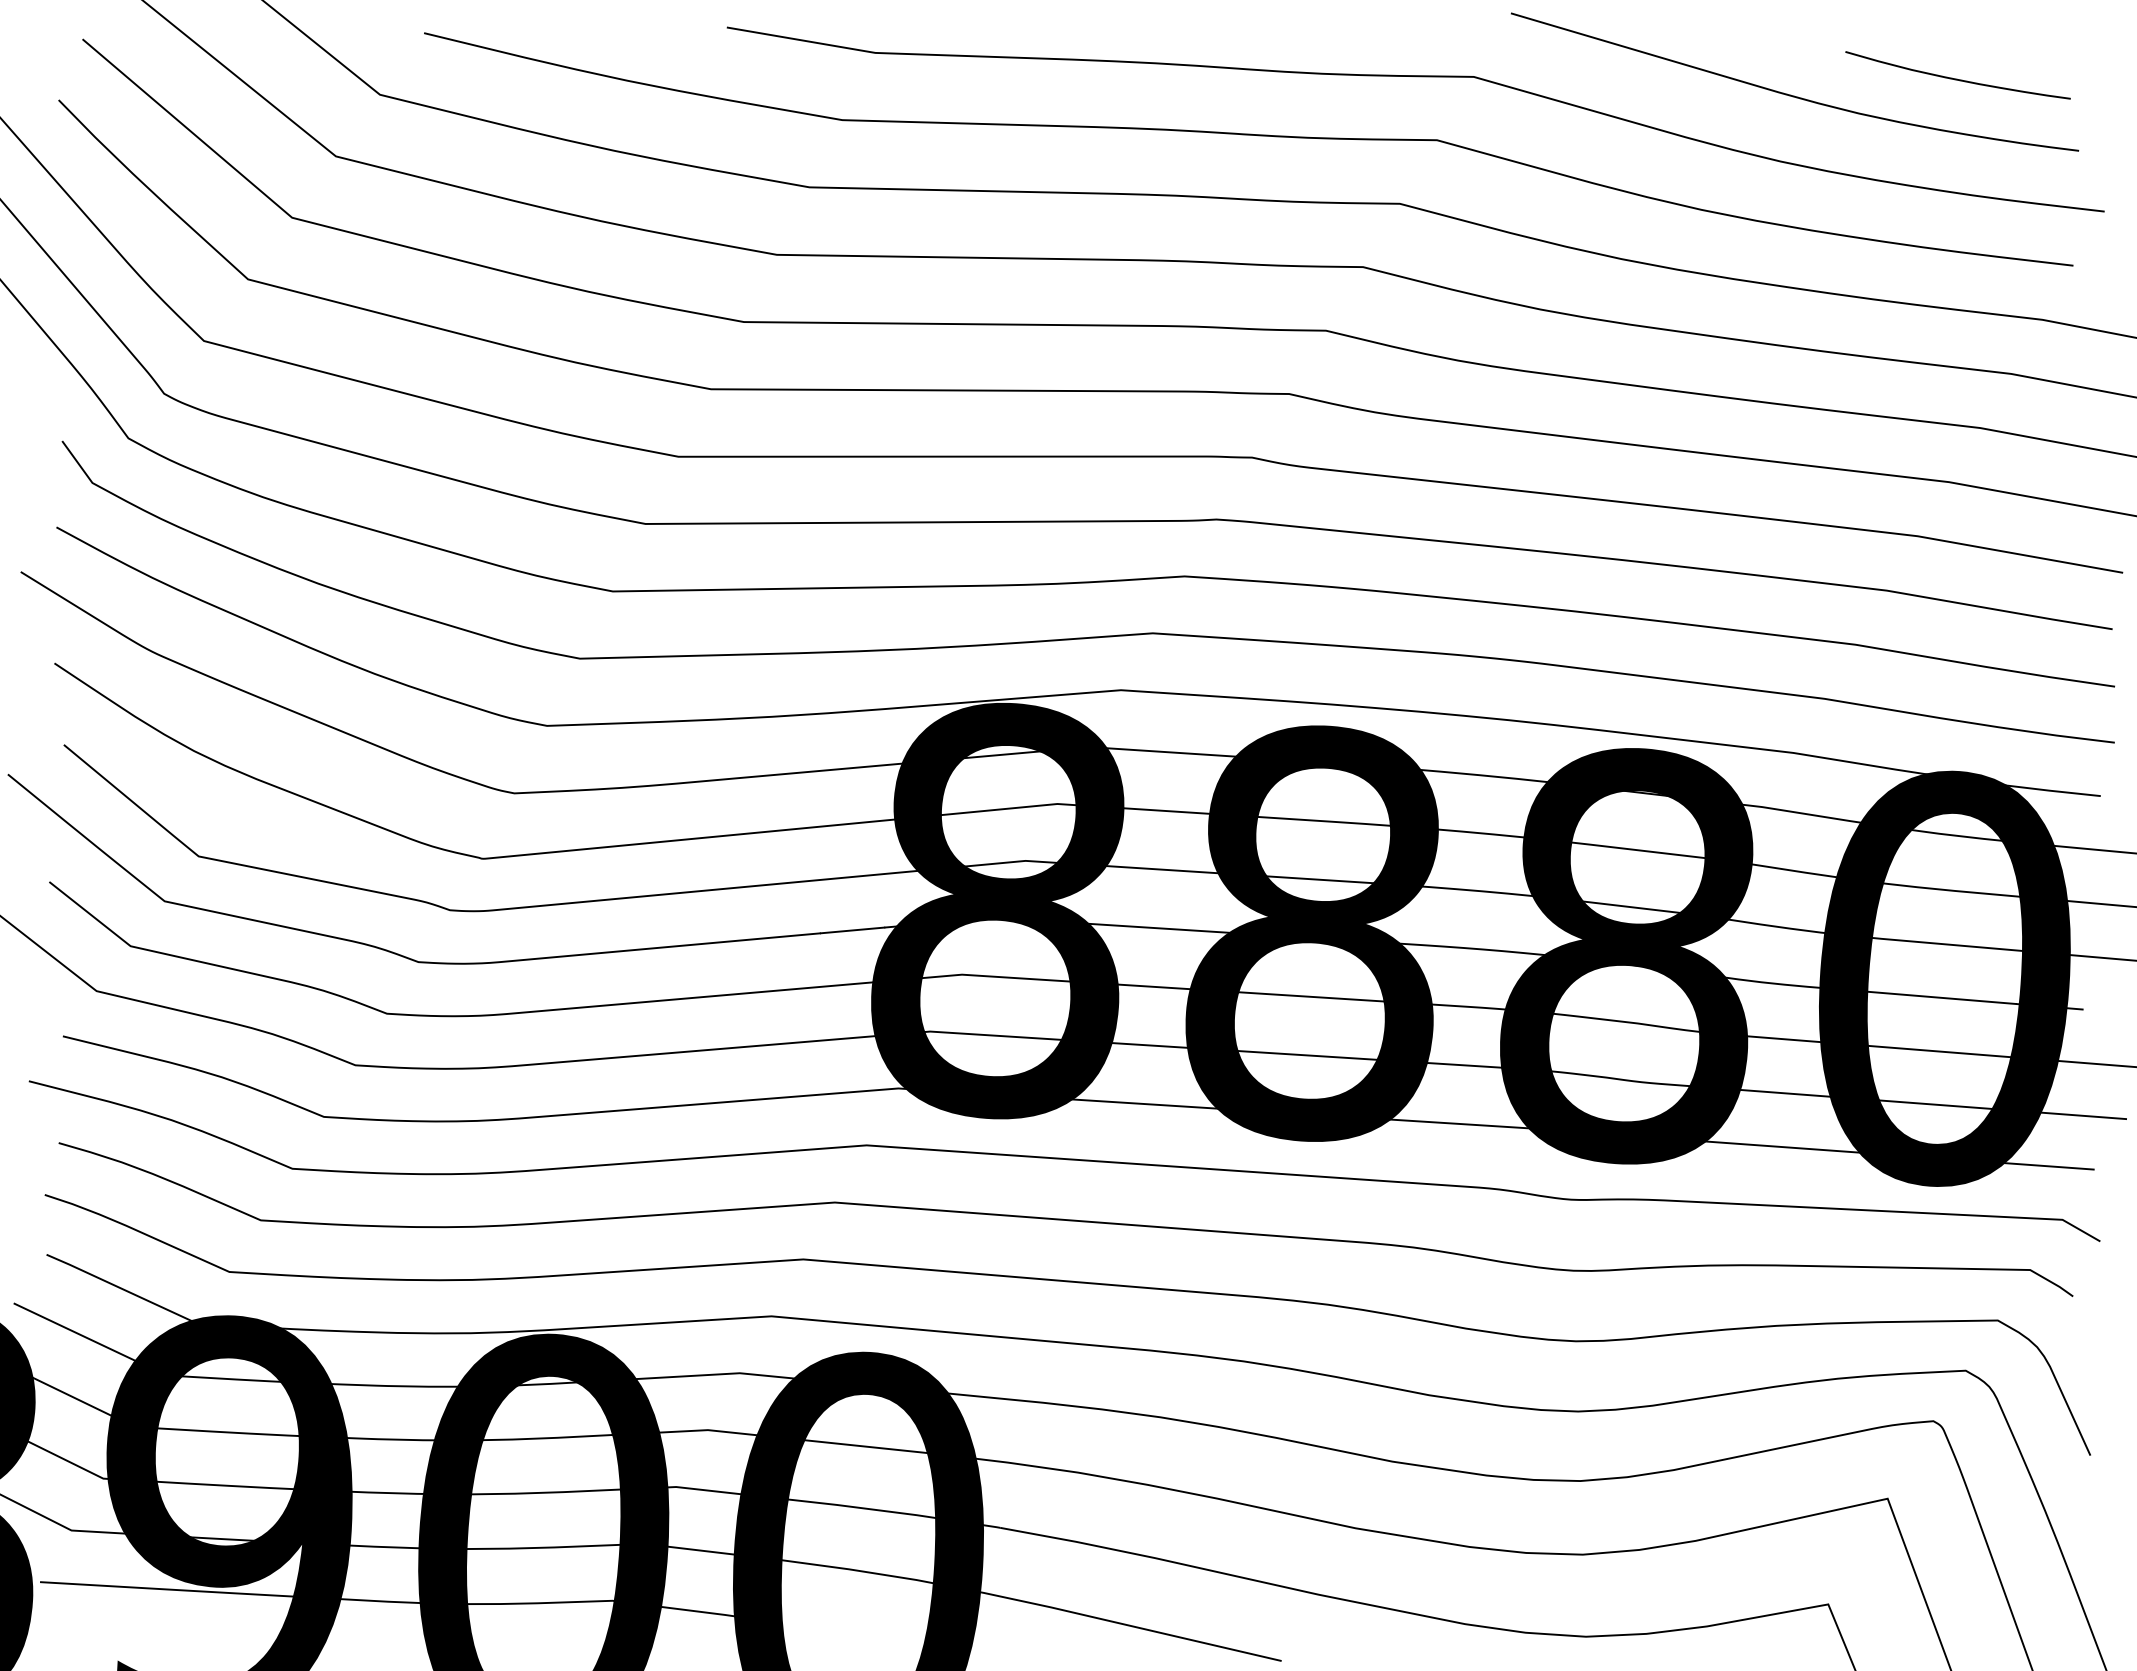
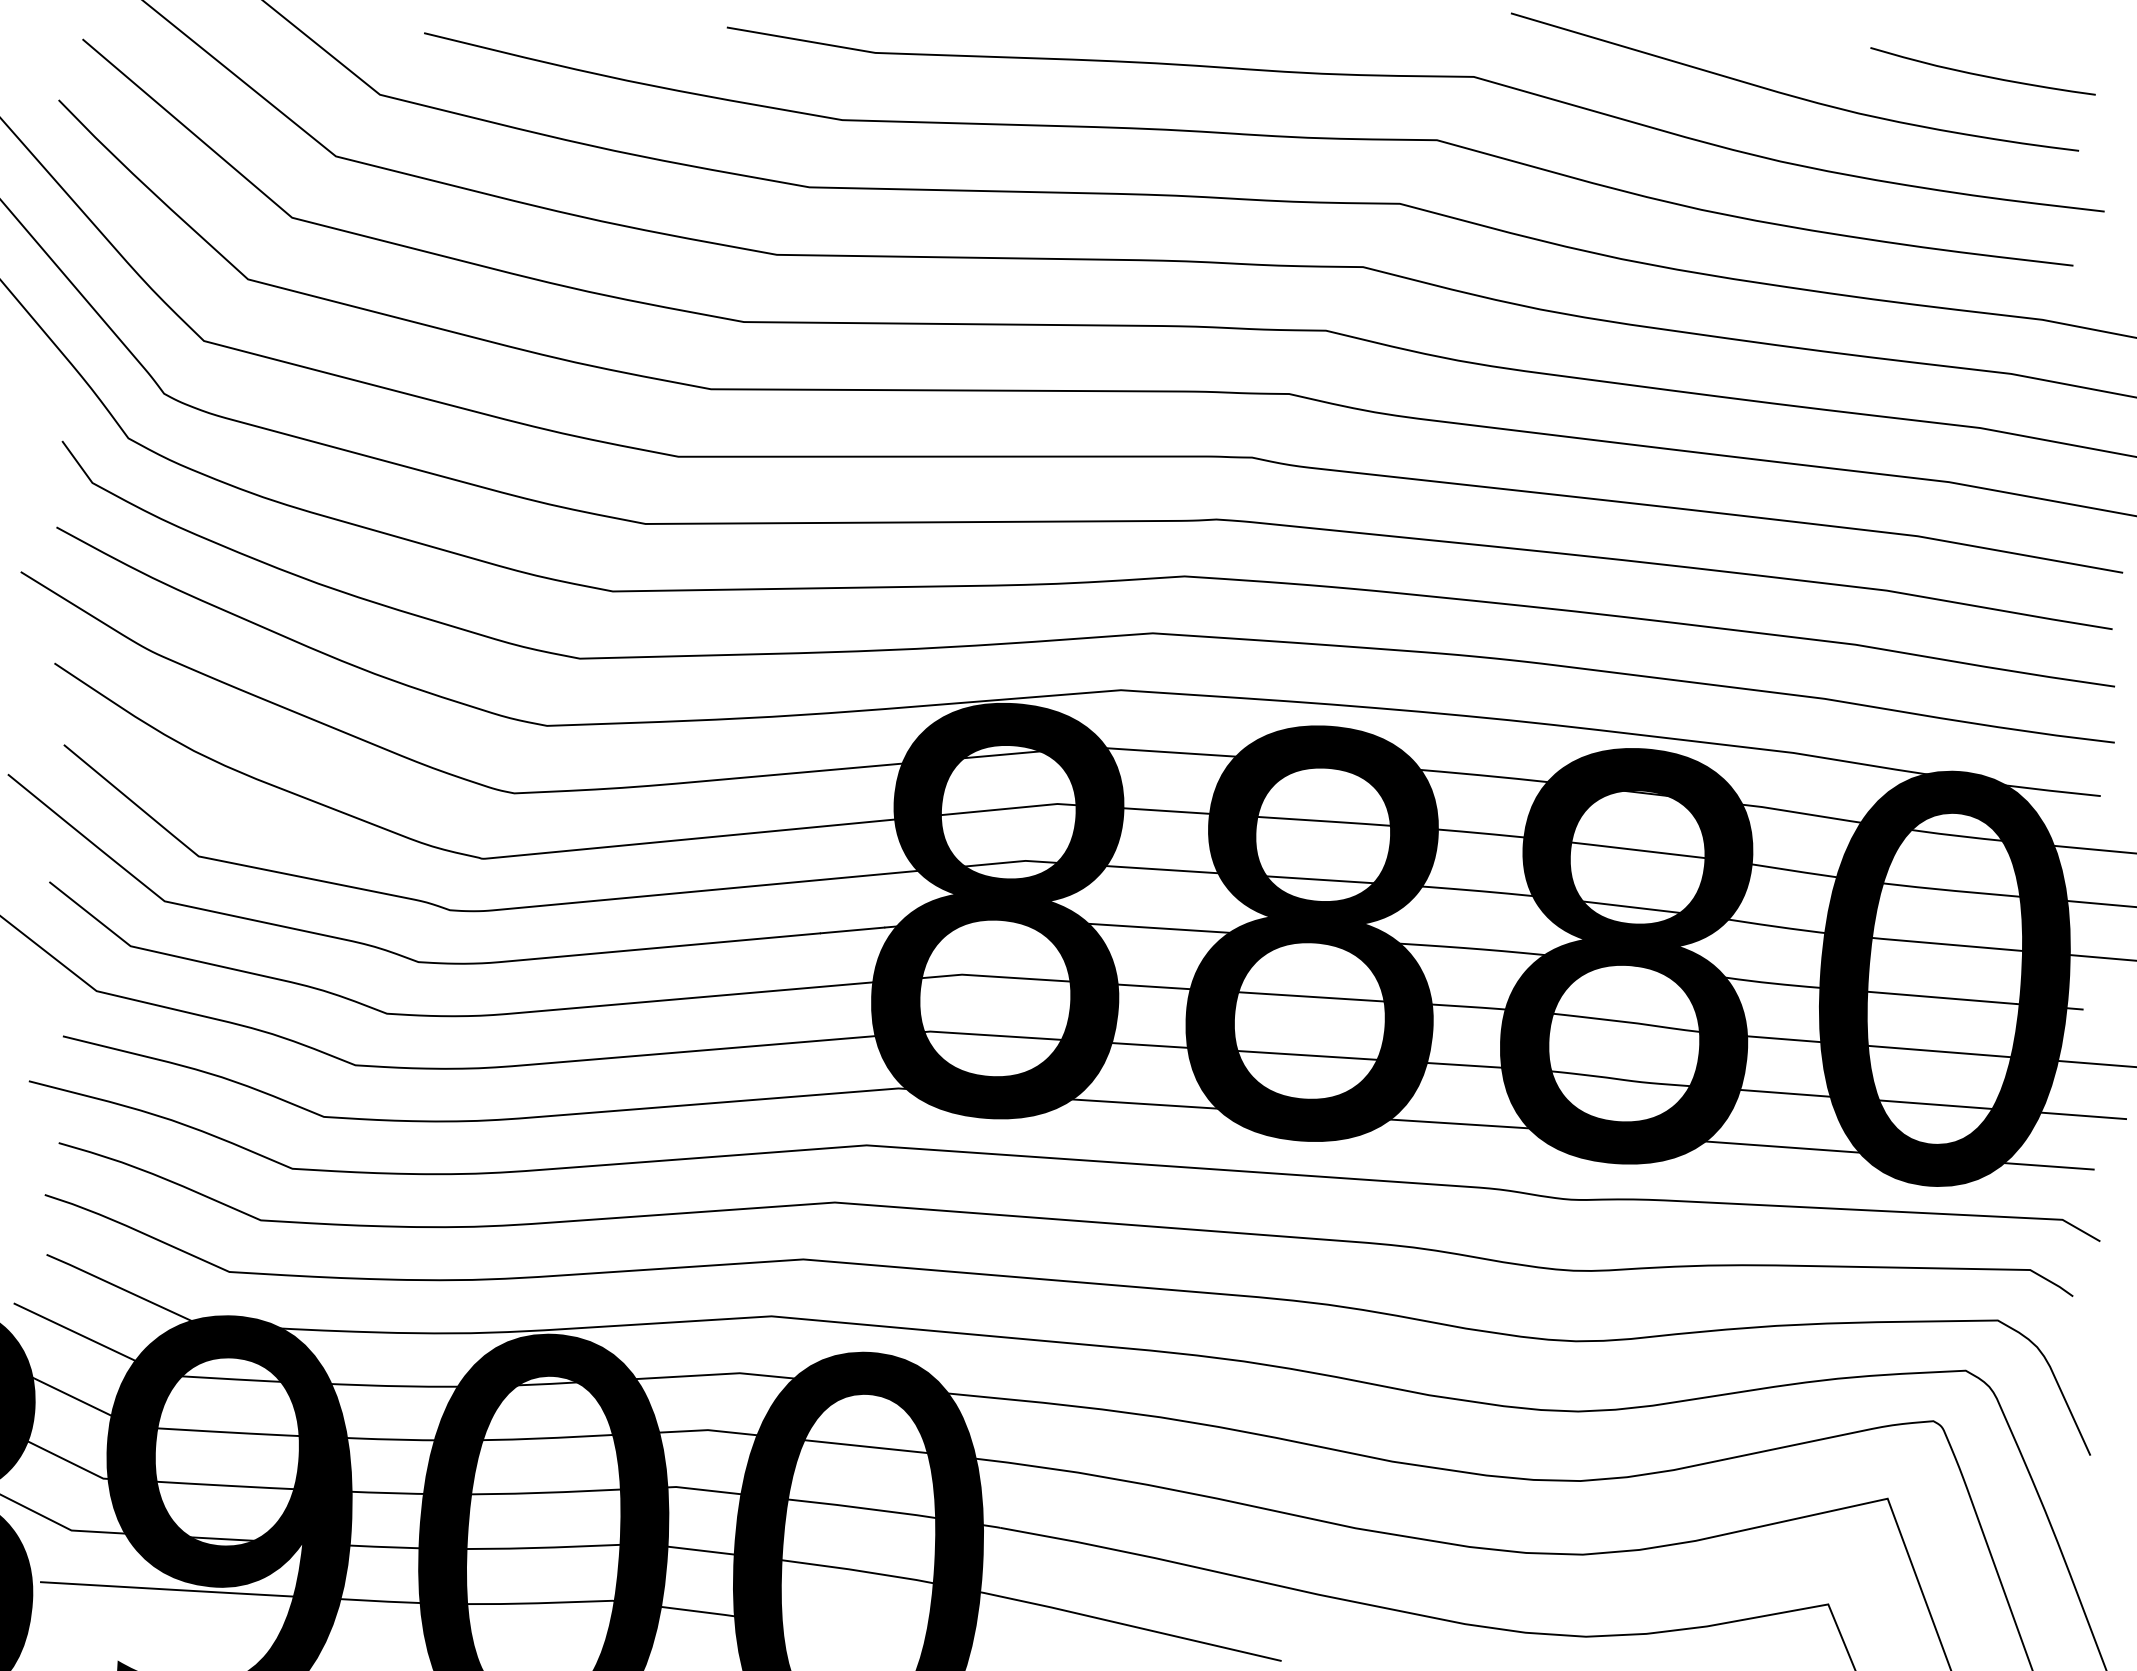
curve at (1957, 78) position: (1957, 78) -> (1982, 74)
